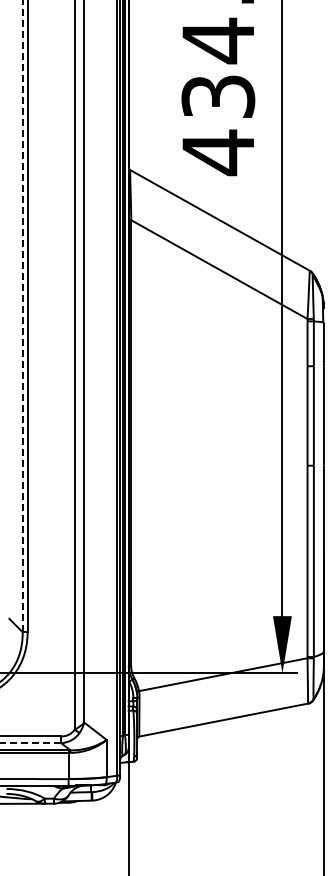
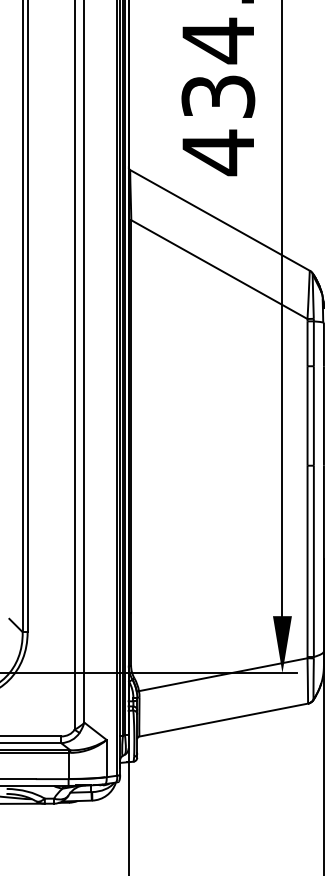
line at (22, 316): dashed -> solid
line at (30, 743): dashed -> solid
